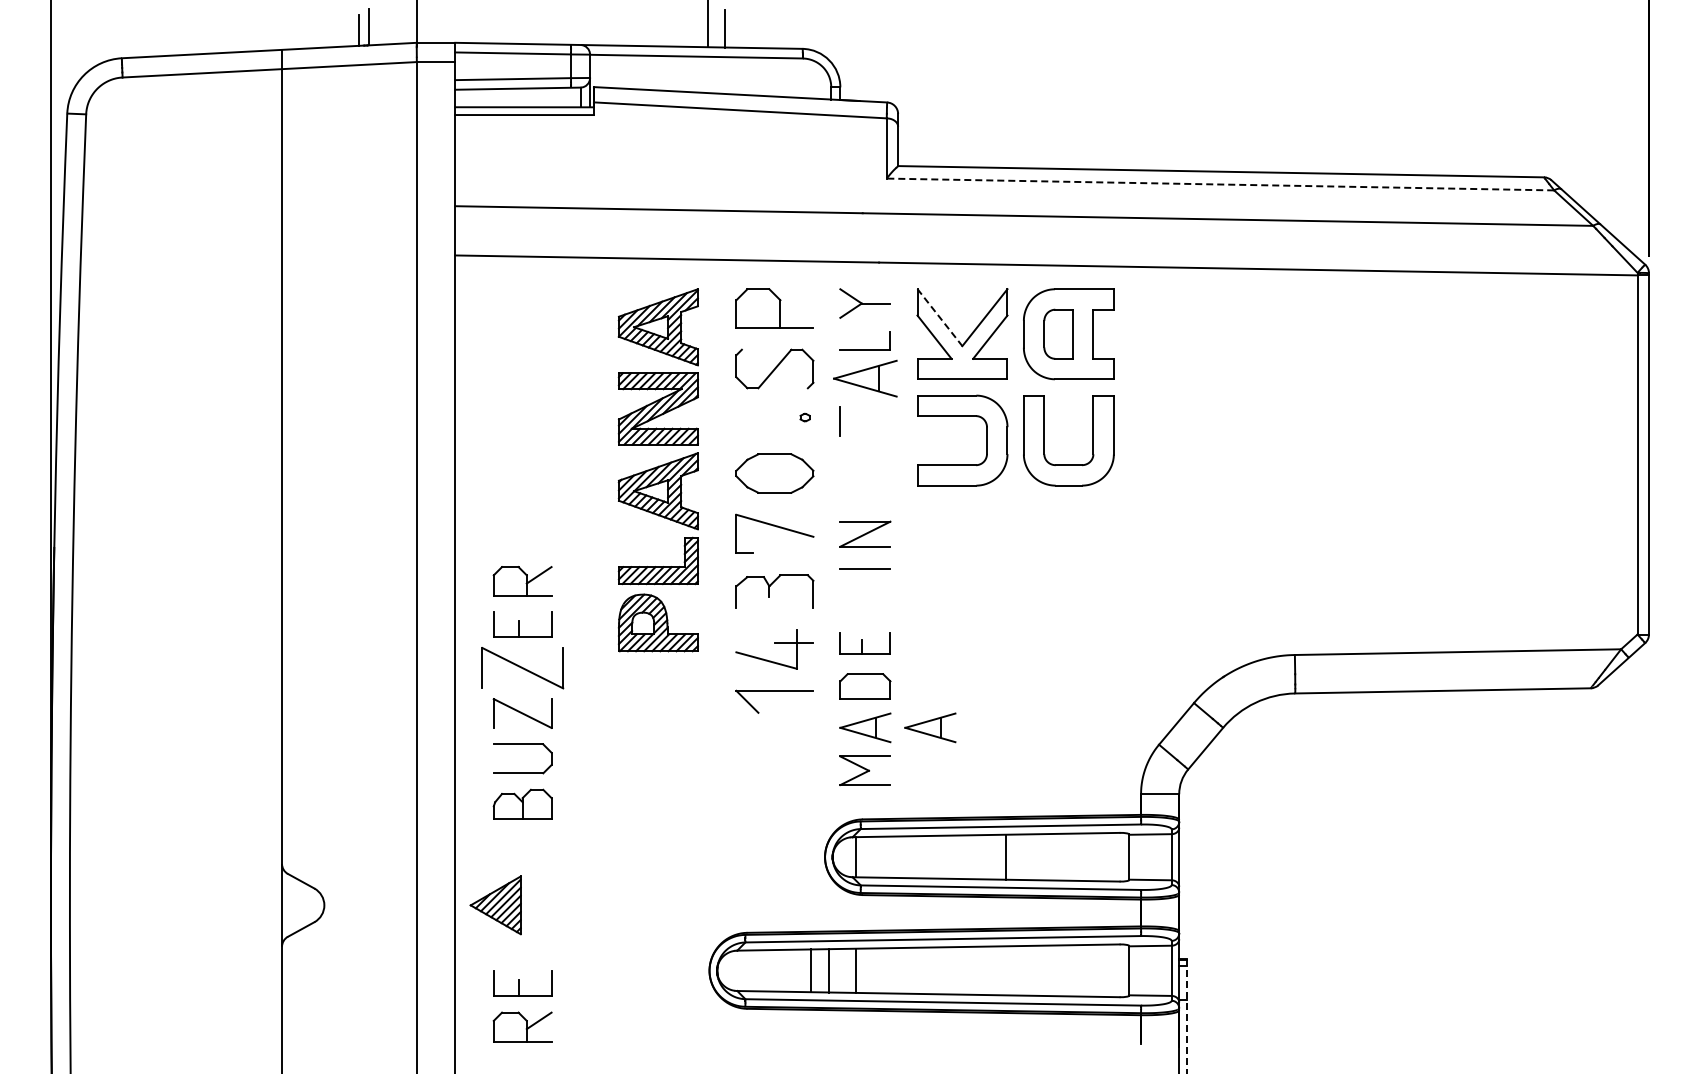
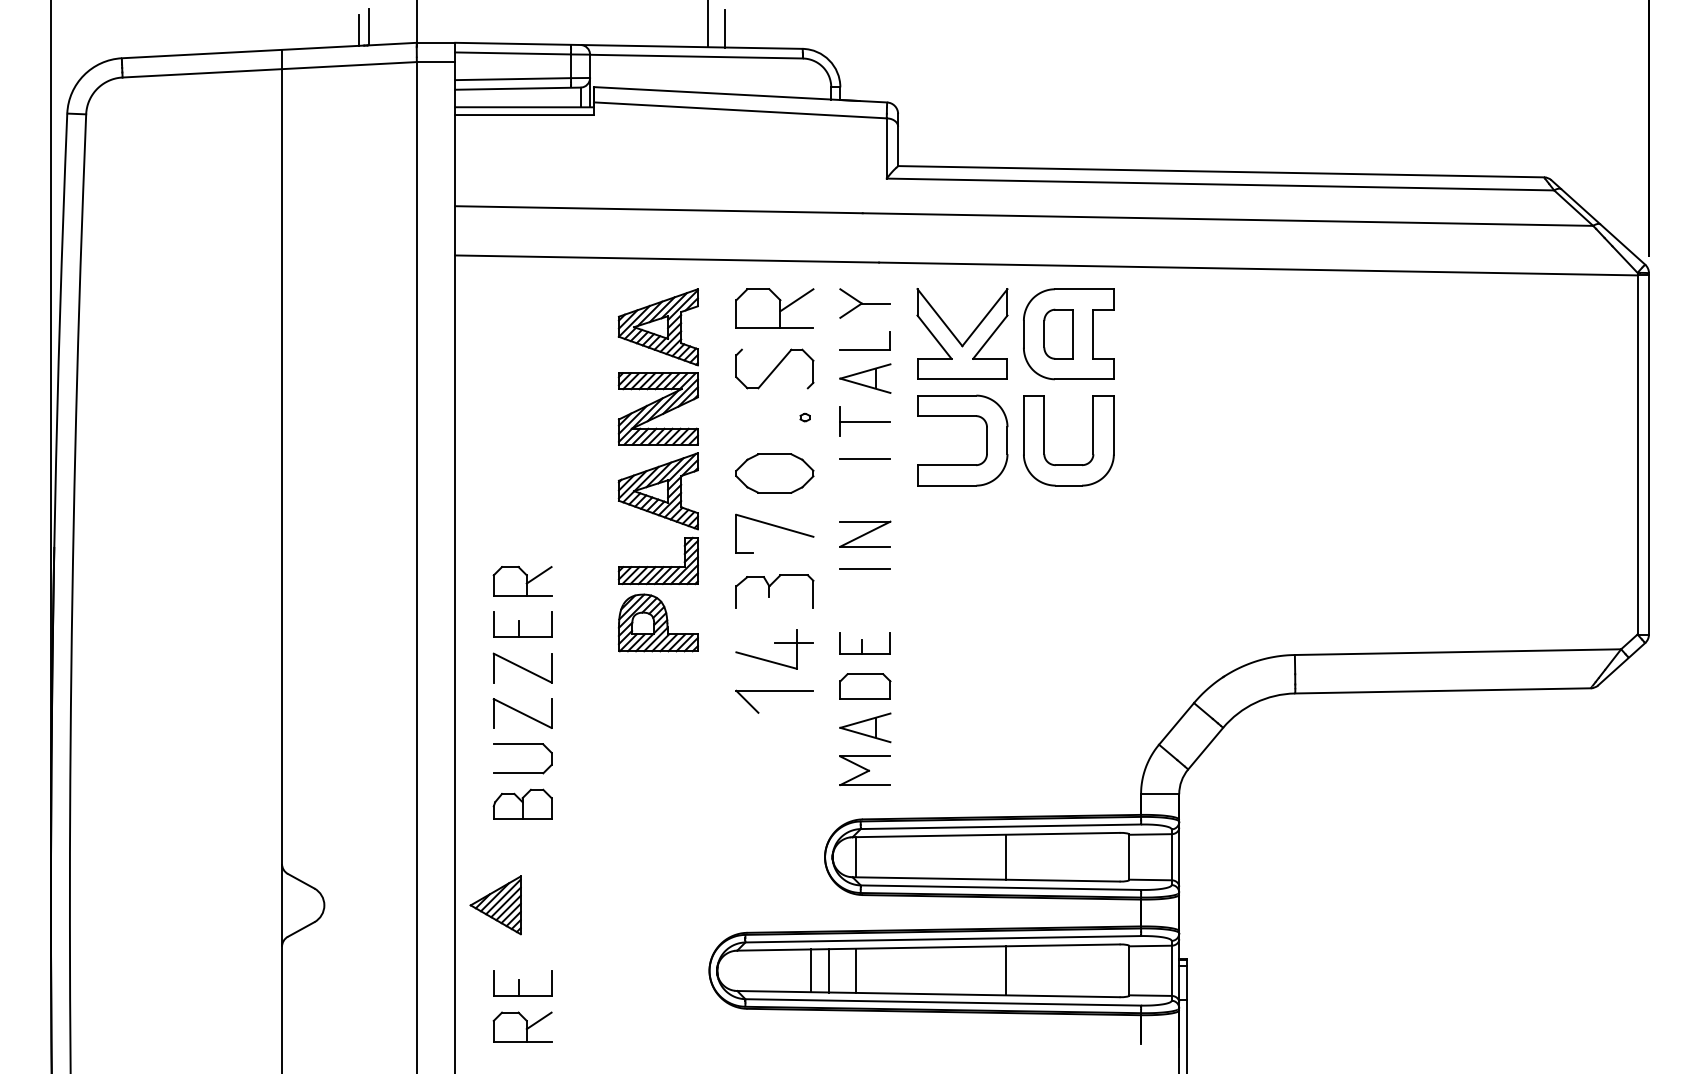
line at (1220, 184): dashed -> solid
line at (796, 300): none -> present
line at (940, 318): dashed -> solid
part at (865, 378) size: 65x39 px -> 53x31 px
line at (865, 421): none -> present
line at (865, 458): none -> present
part at (522, 668) size: 84x43 px -> 61x32 px
part at (930, 727): present -> none
line at (1005, 970): none -> present
line at (1186, 1016): dashed -> solid
